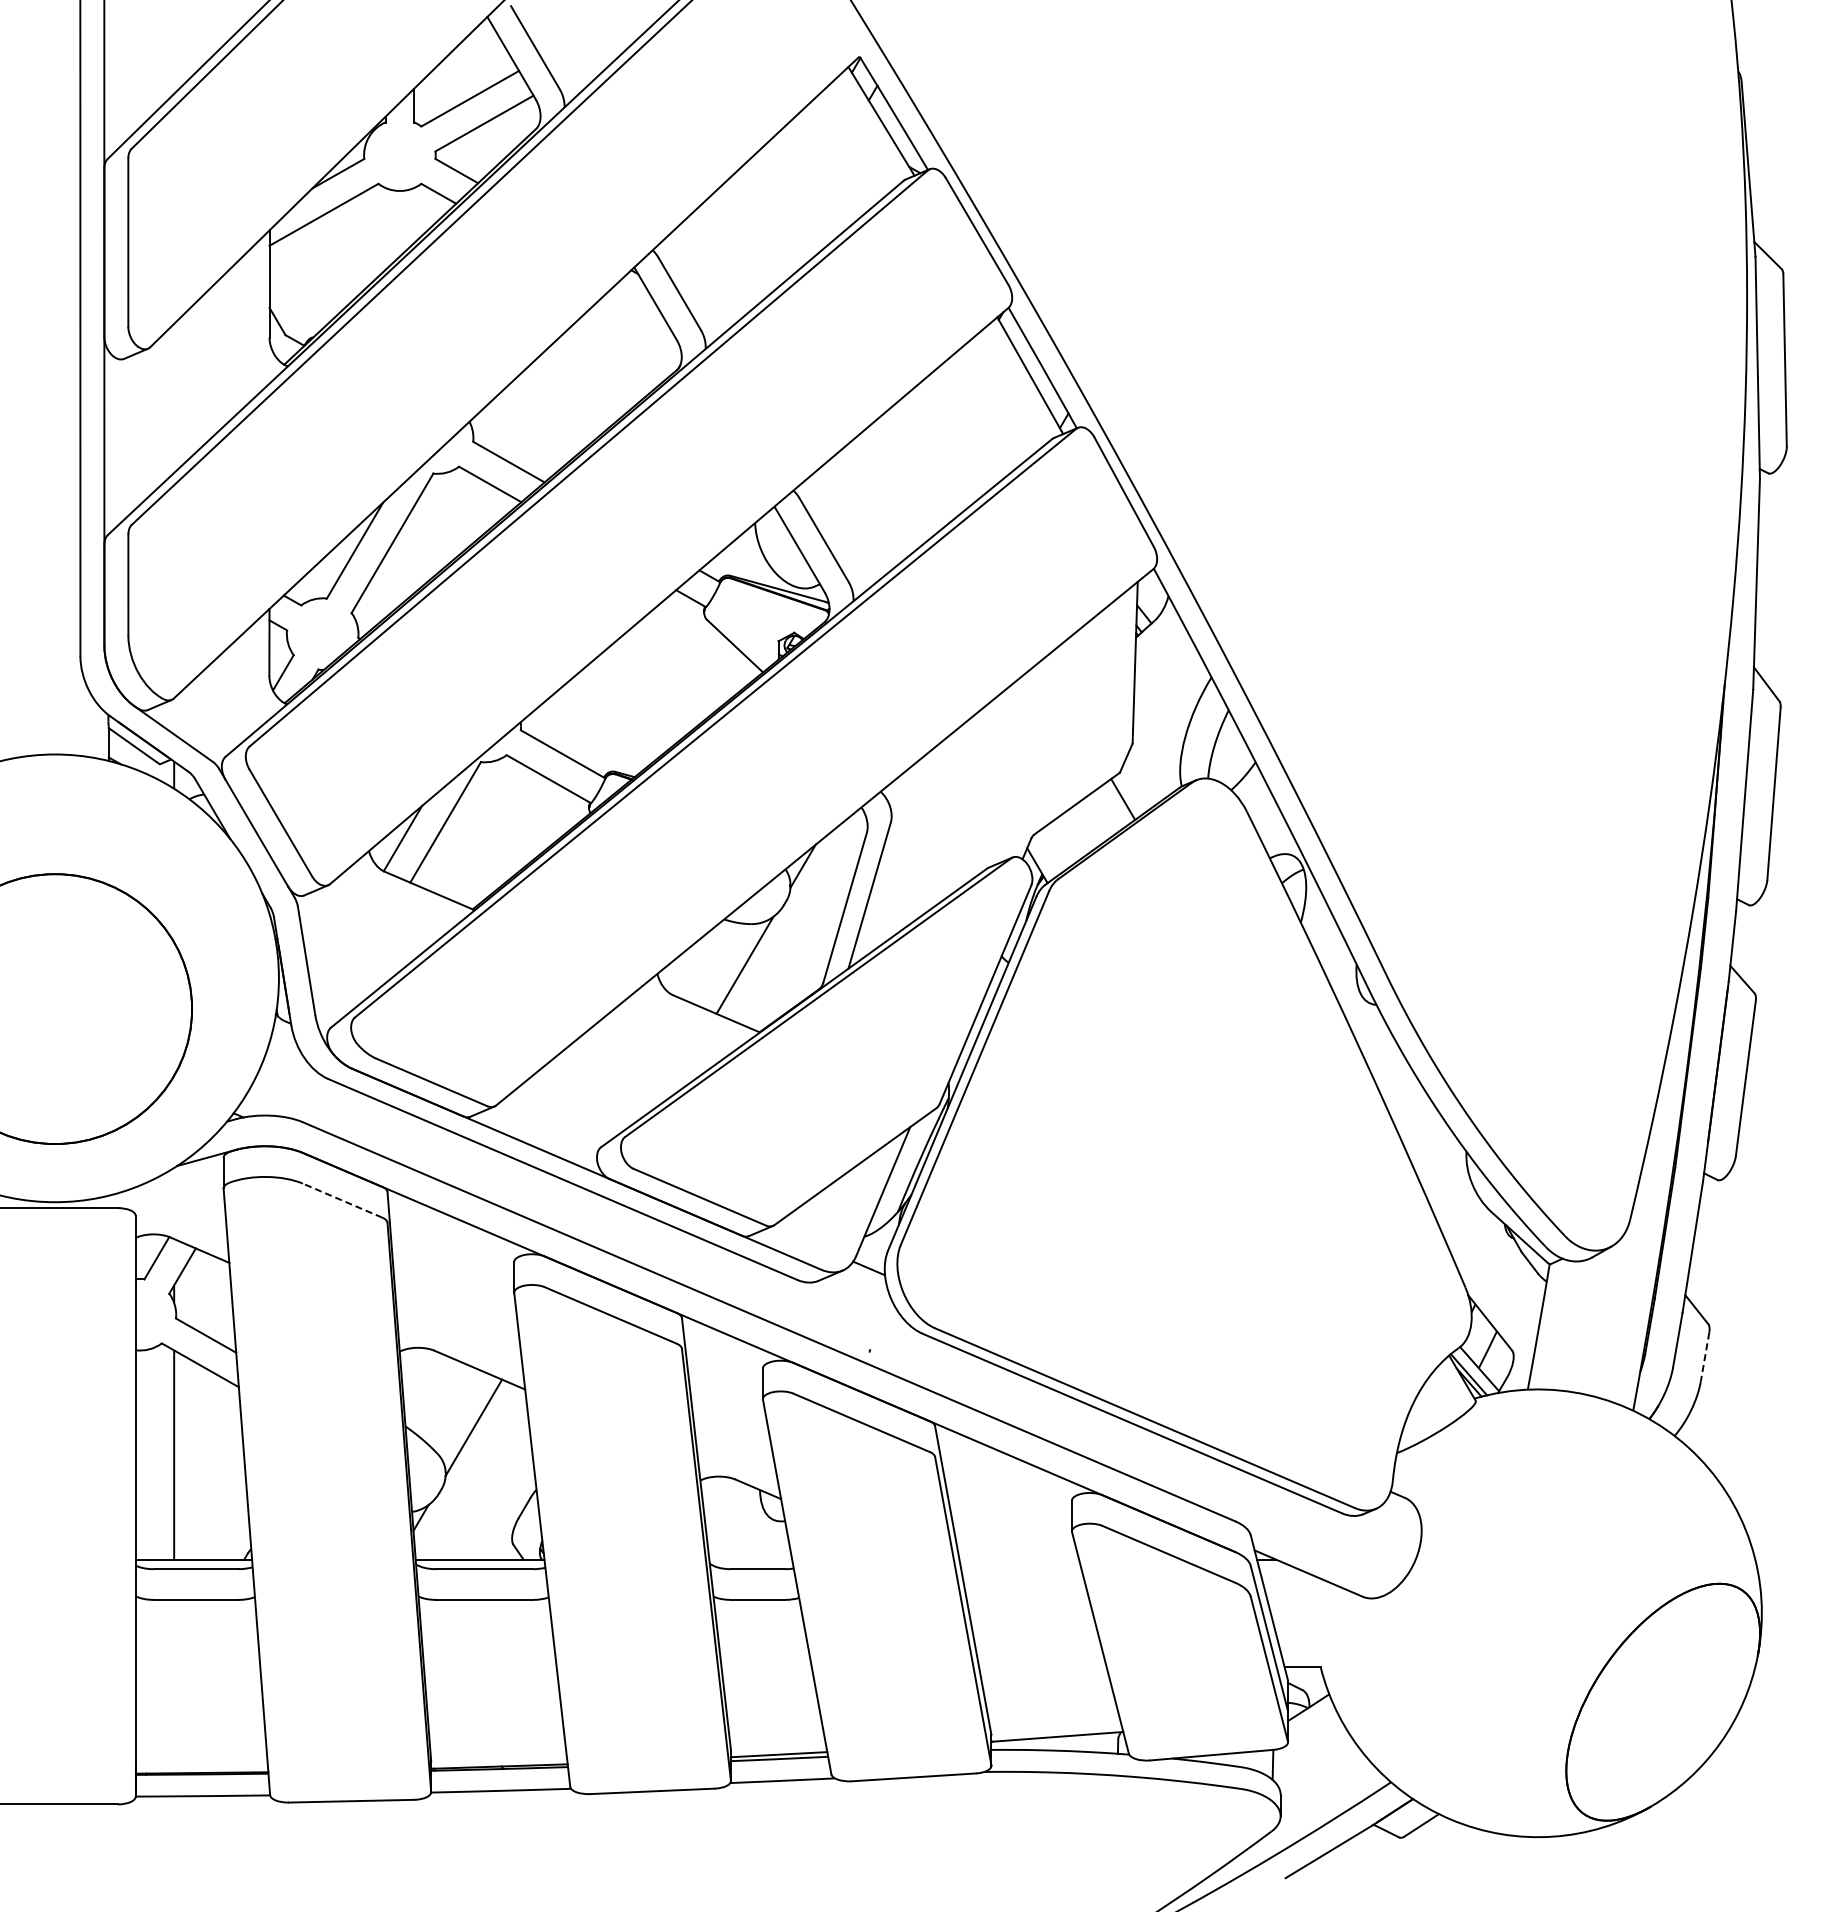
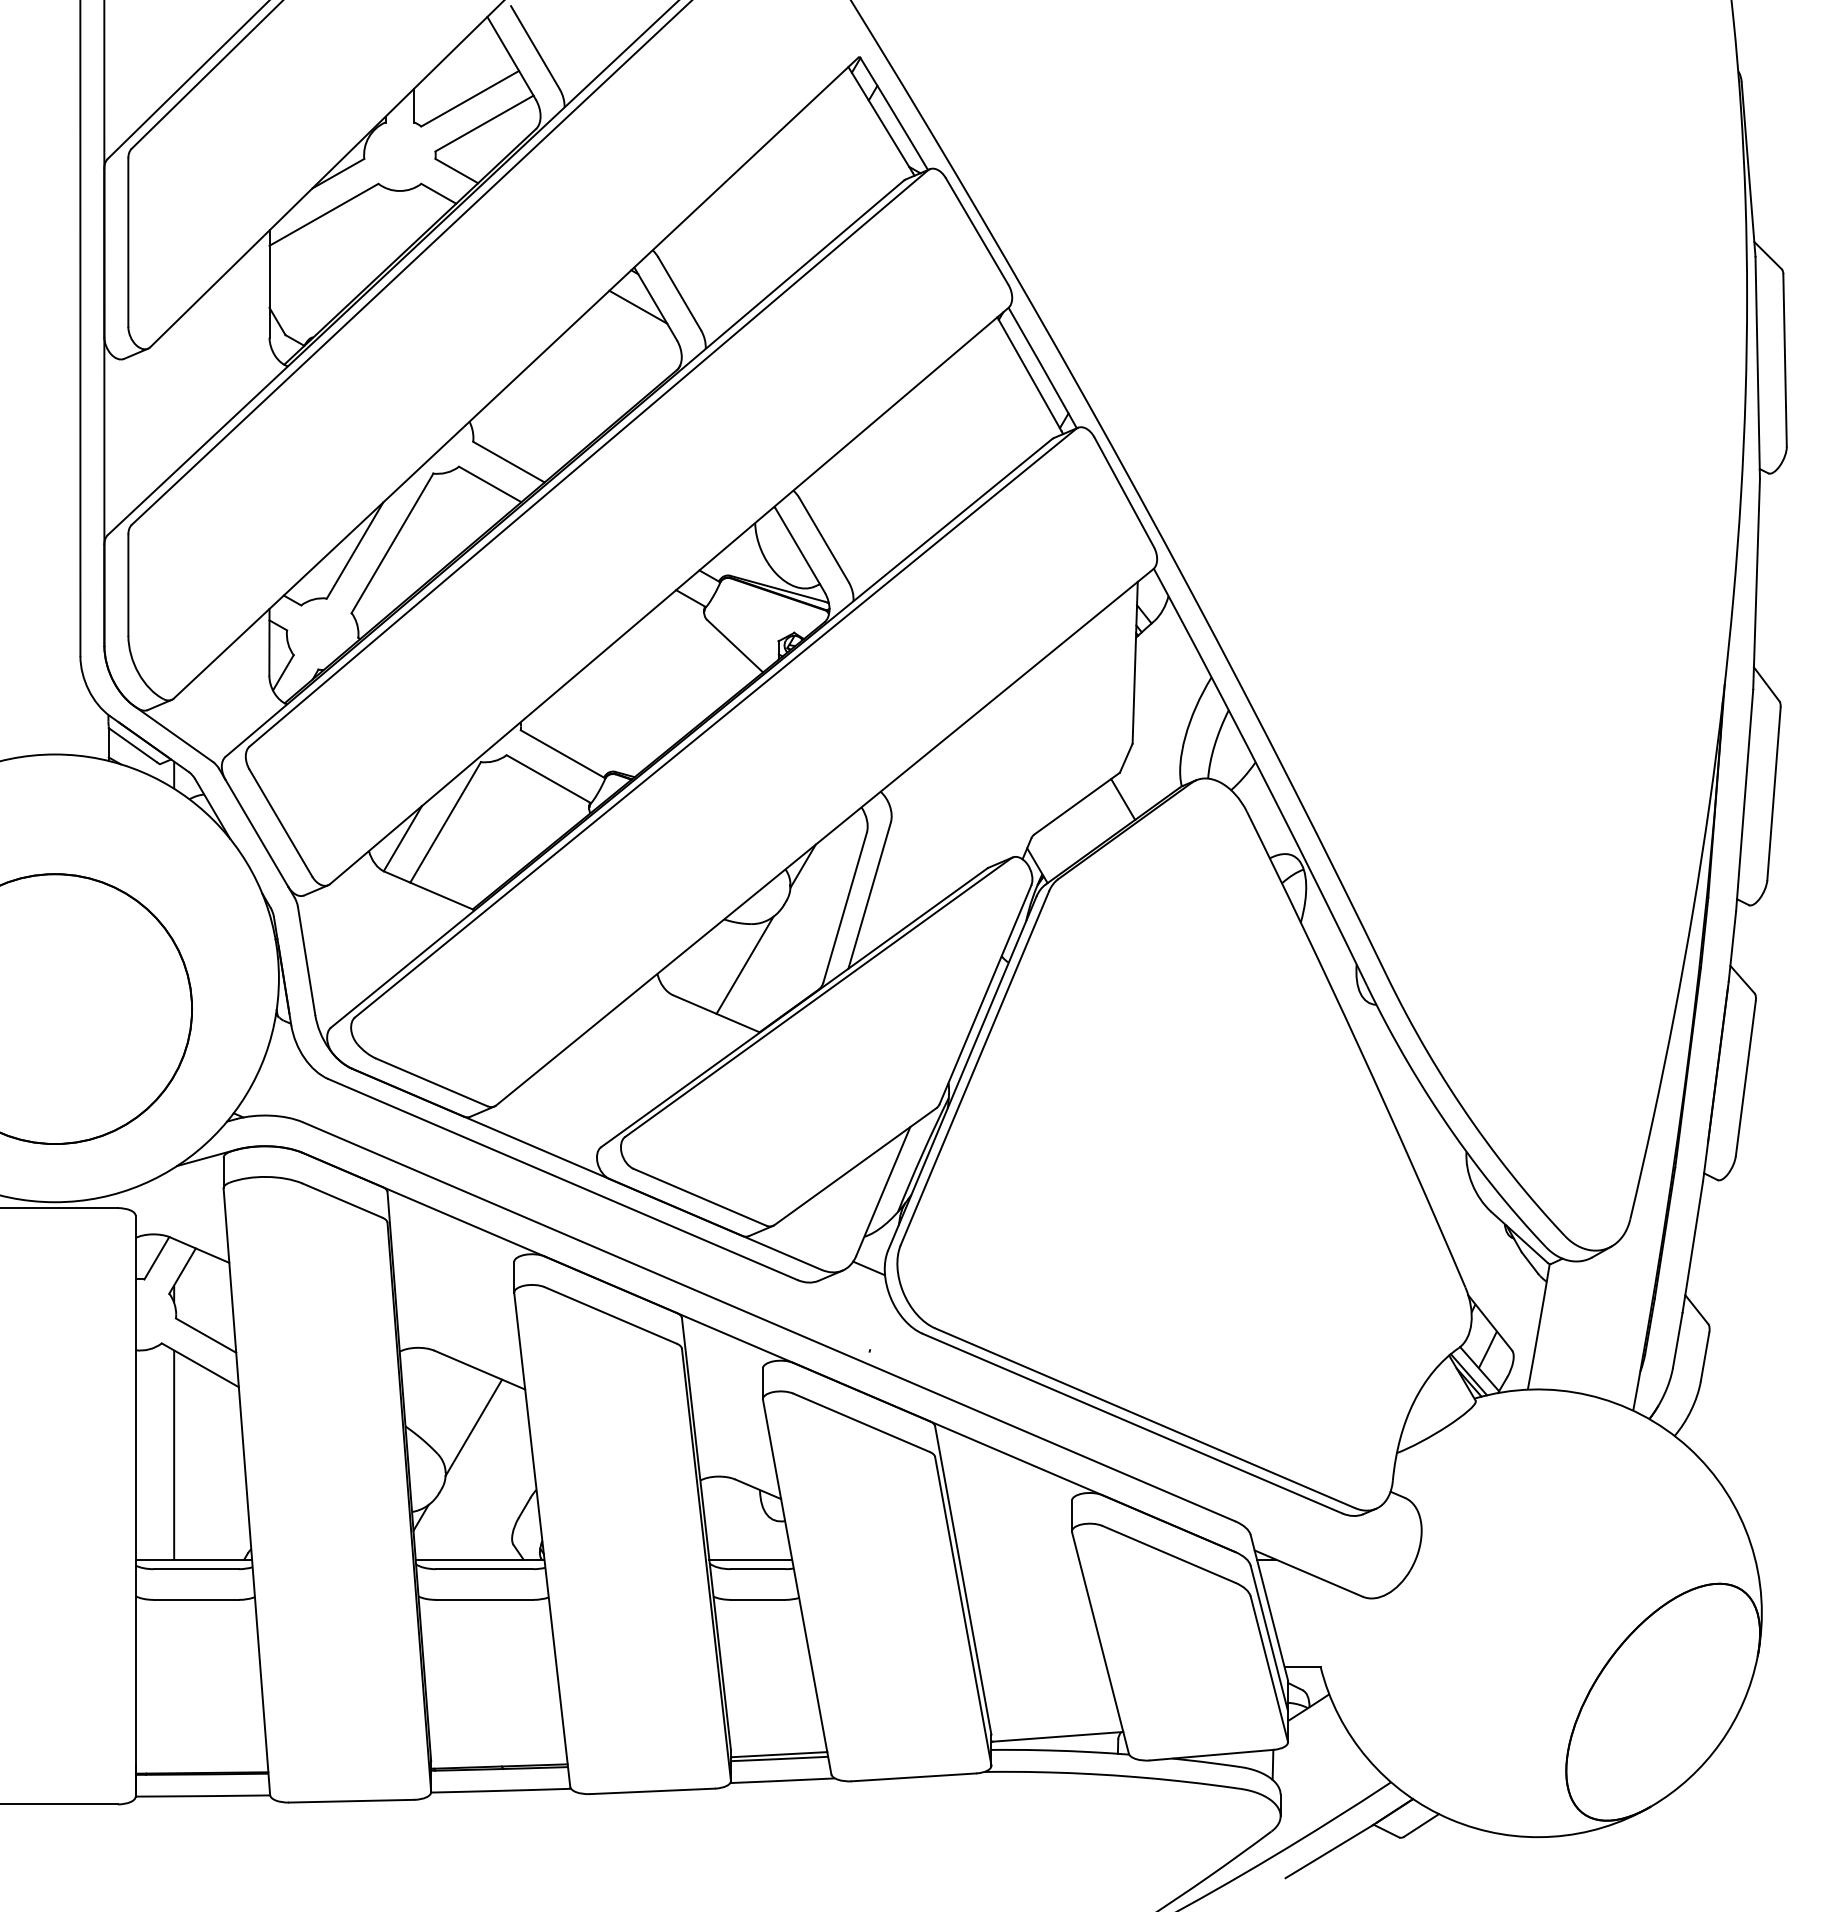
line at (638, 306): none -> present
line at (342, 1200): dashed -> solid
line at (1705, 1357): dashed -> solid
line at (750, 1559): none -> present
